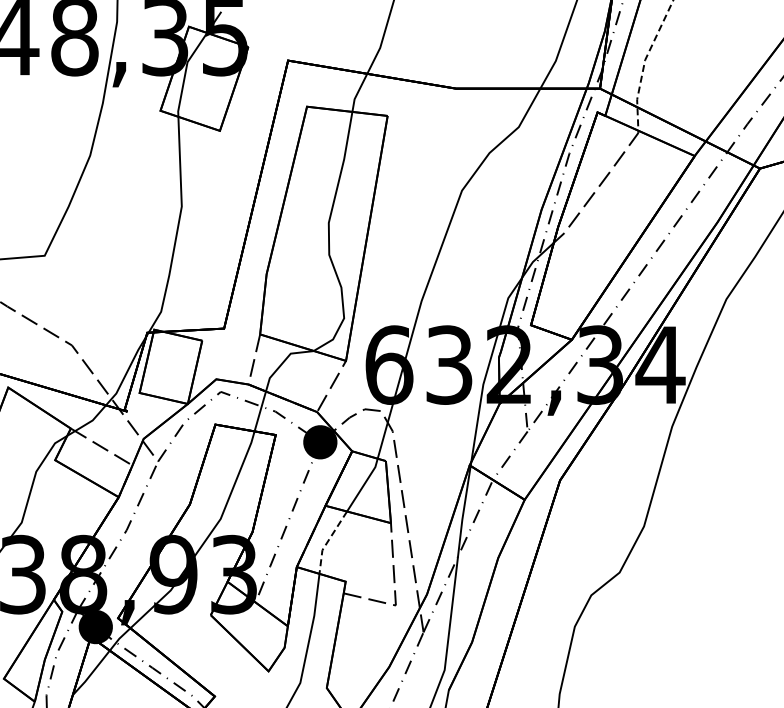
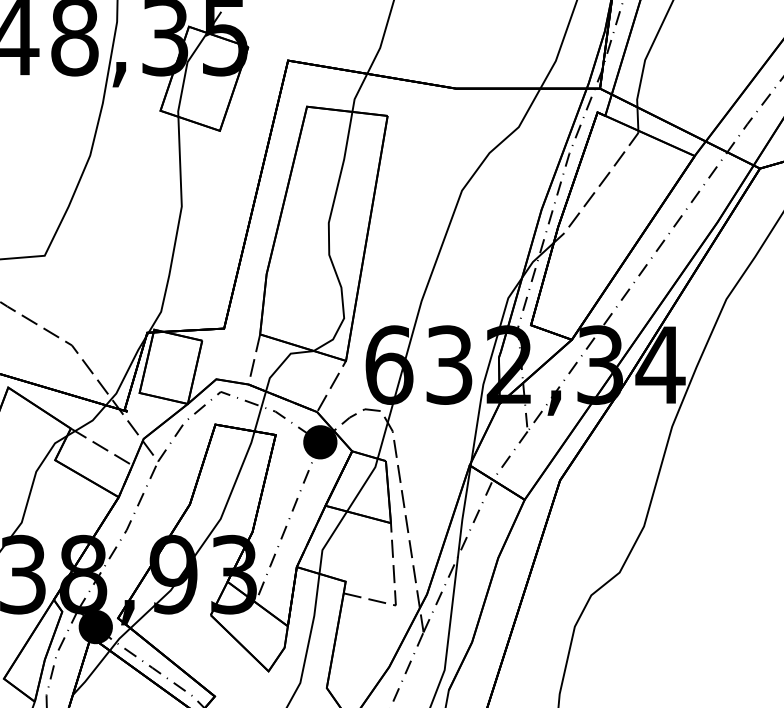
line at (644, 64): dashed -> solid
line at (327, 541): dashed -> solid
